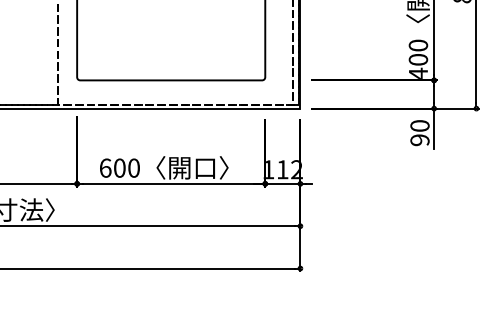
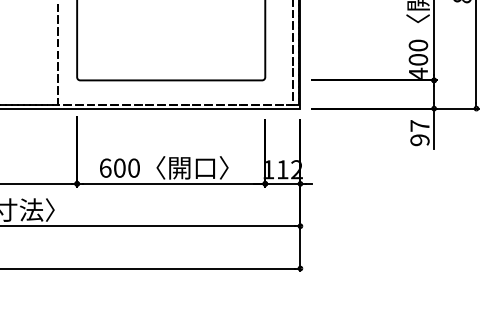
text at (419, 125): 90 -> 97
